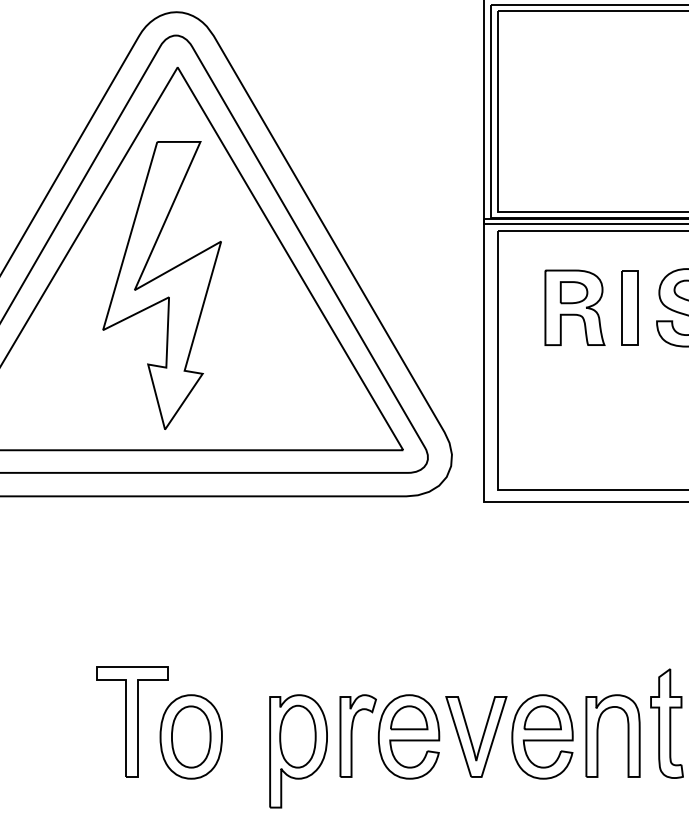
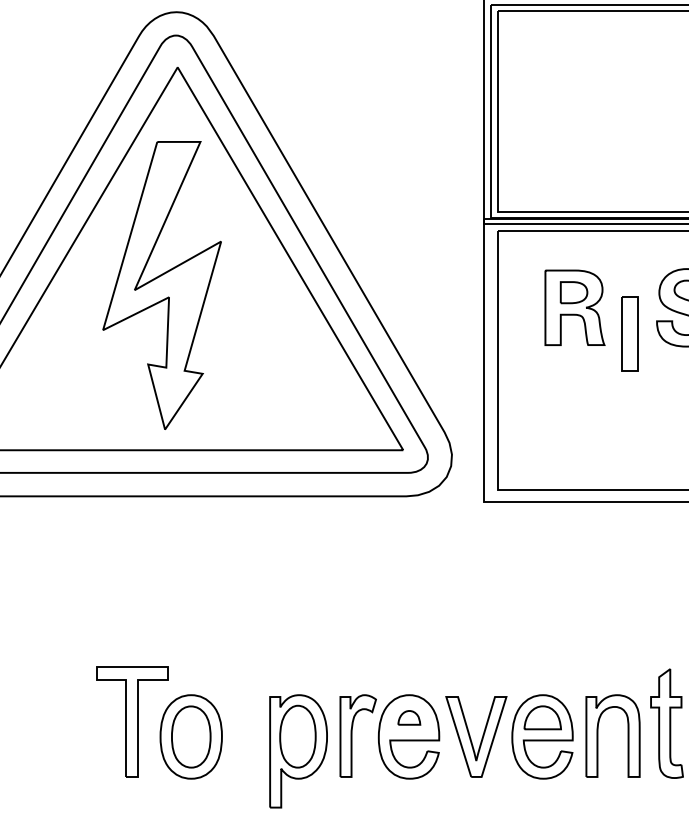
part at (629, 307) position: (629, 307) -> (629, 333)
part at (409, 717) size: 39x26 px -> 25x16 px
